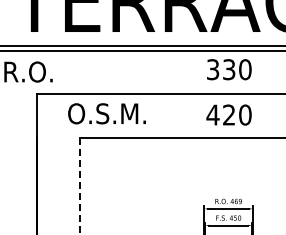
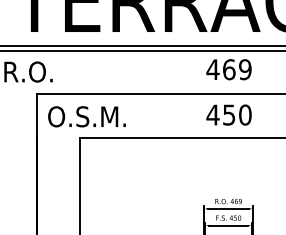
text at (228, 69): 330 -> 469
text at (106, 113) position: (106, 113) -> (86, 116)
text at (229, 114): 420 -> 450
line at (80, 186): dashed -> solid
